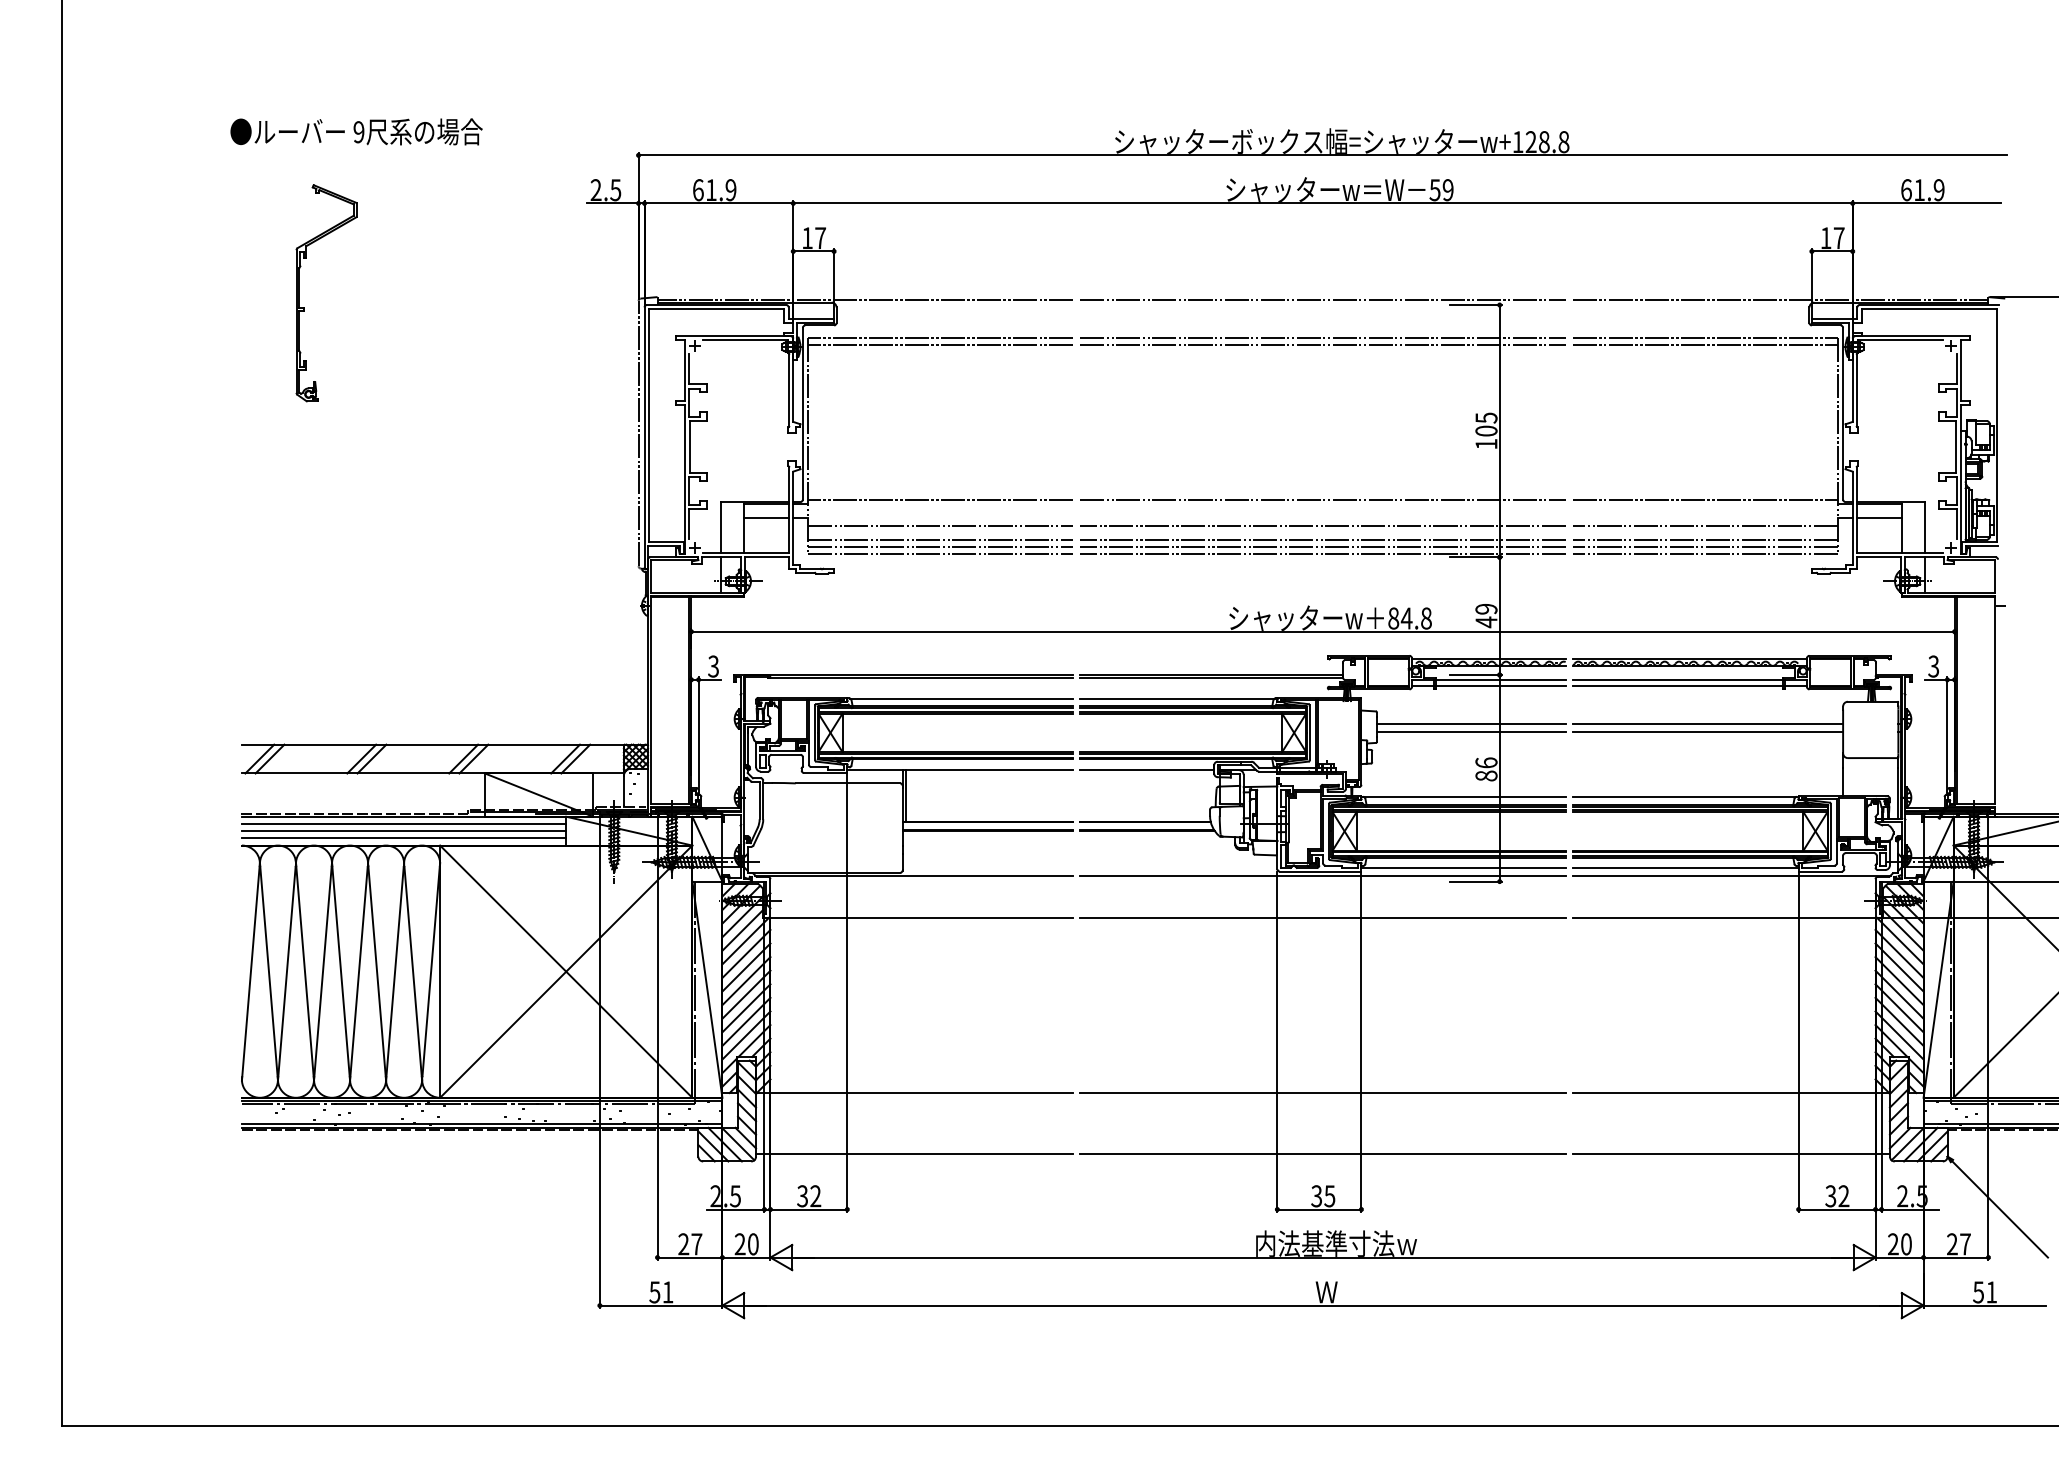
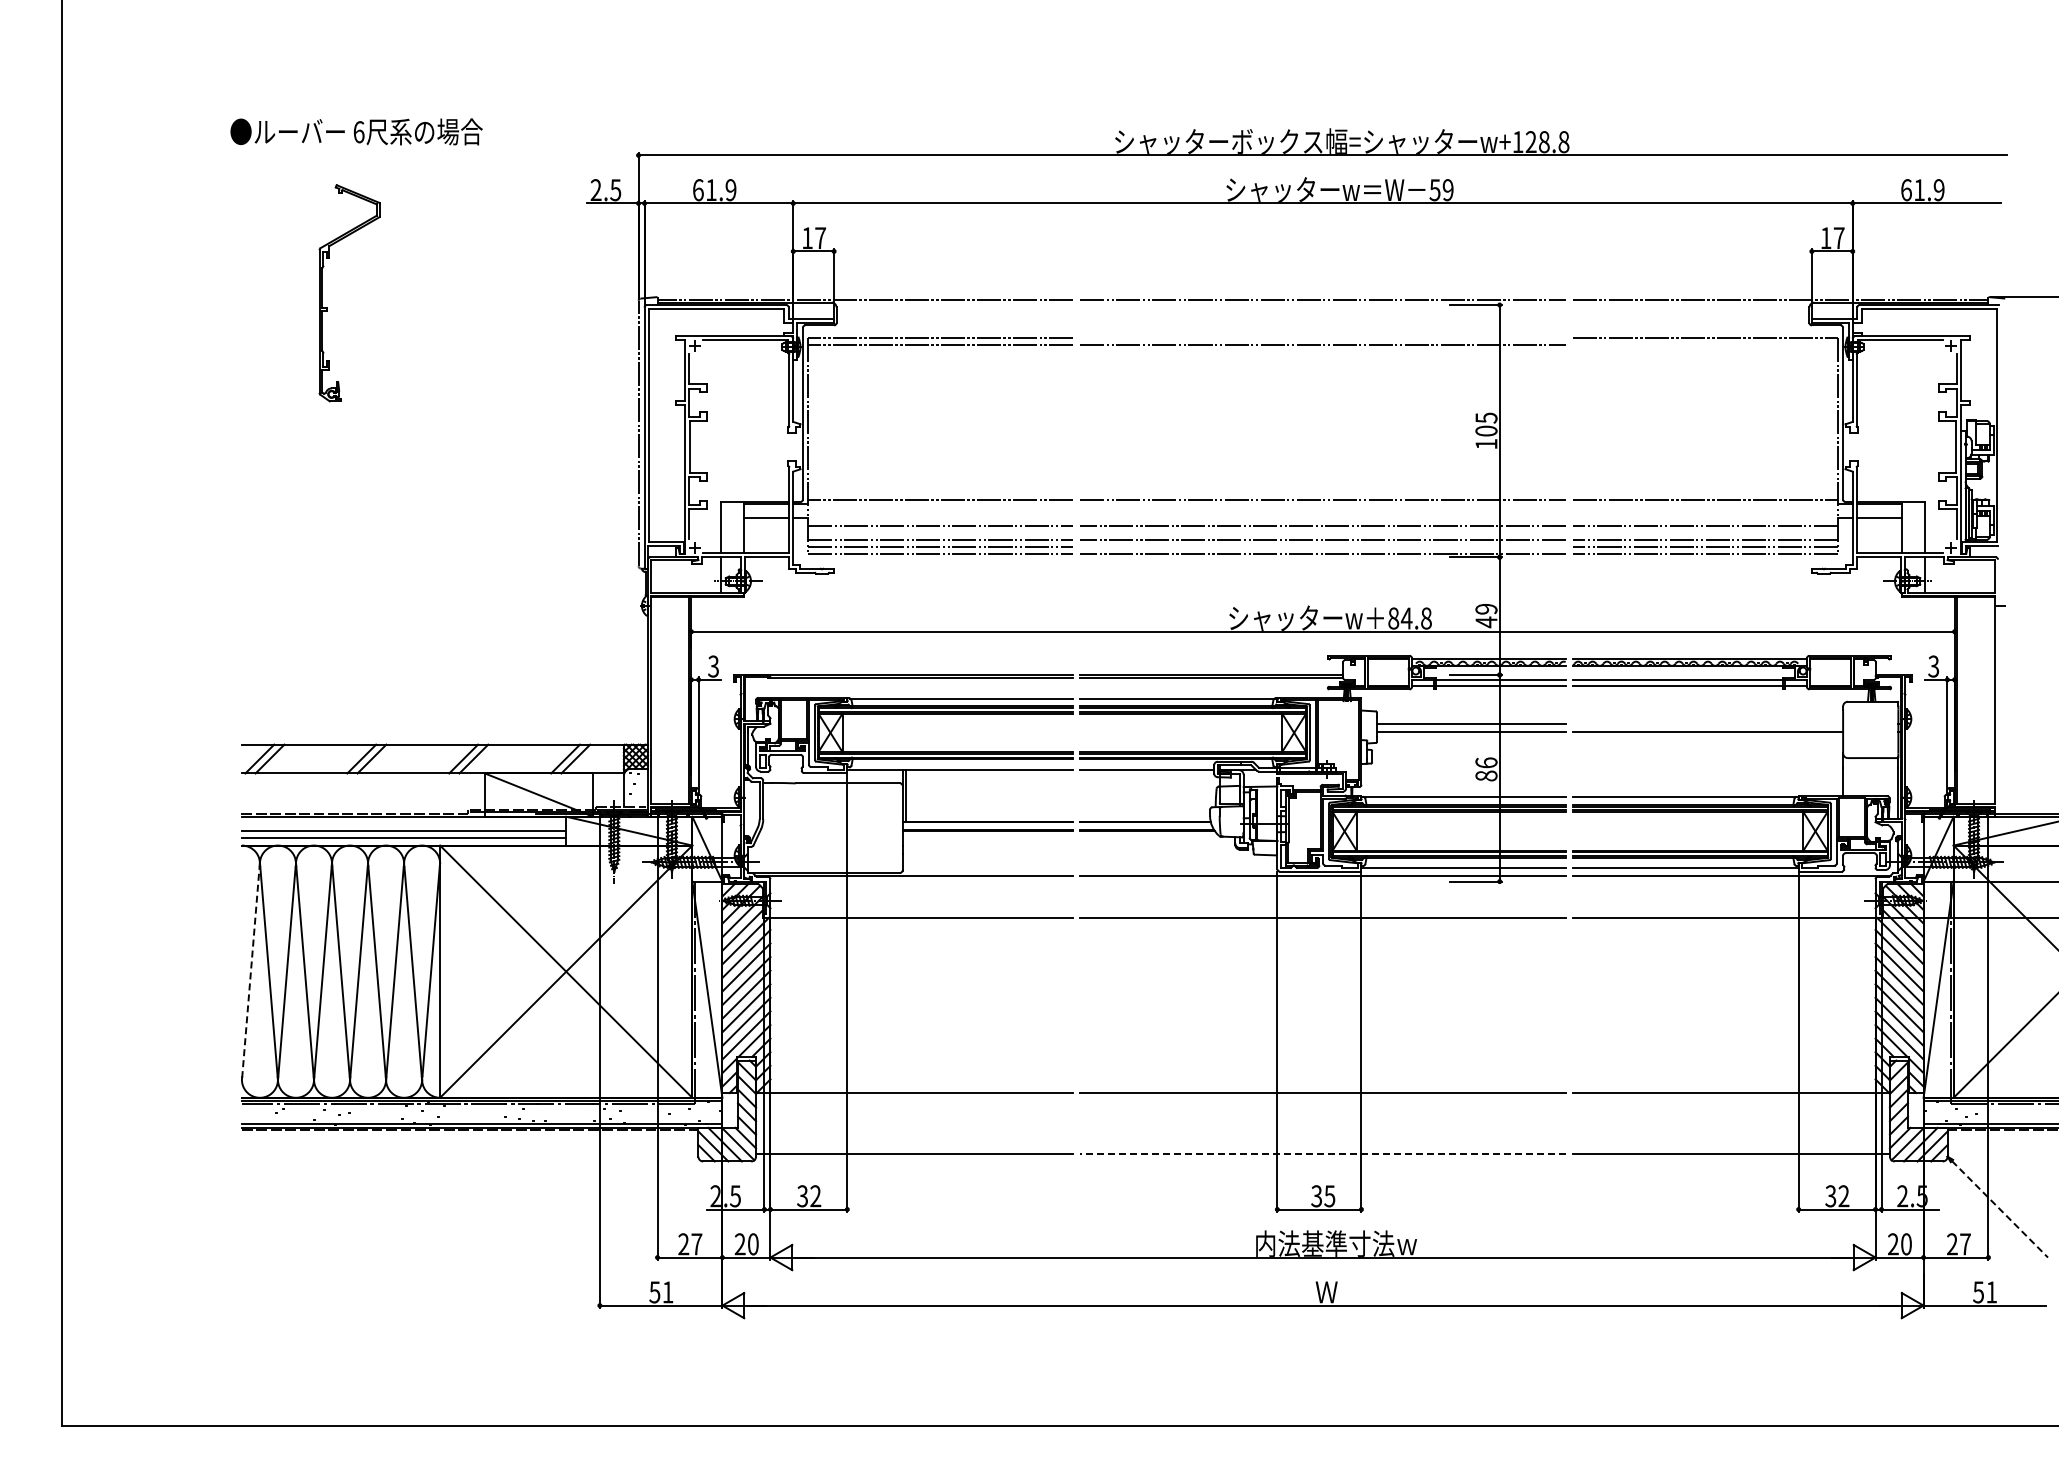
text at (358, 132): 9 -> 6
part at (304, 307) position: (304, 307) -> (327, 307)
line at (1322, 338): present -> none
line at (1704, 345): present -> none
line at (1322, 546): present -> none
line at (1707, 723): present -> none
line at (403, 823): present -> none
line at (250, 972): solid -> dashed
line at (1323, 1154): solid -> dashed
line at (2000, 1209): solid -> dashed
